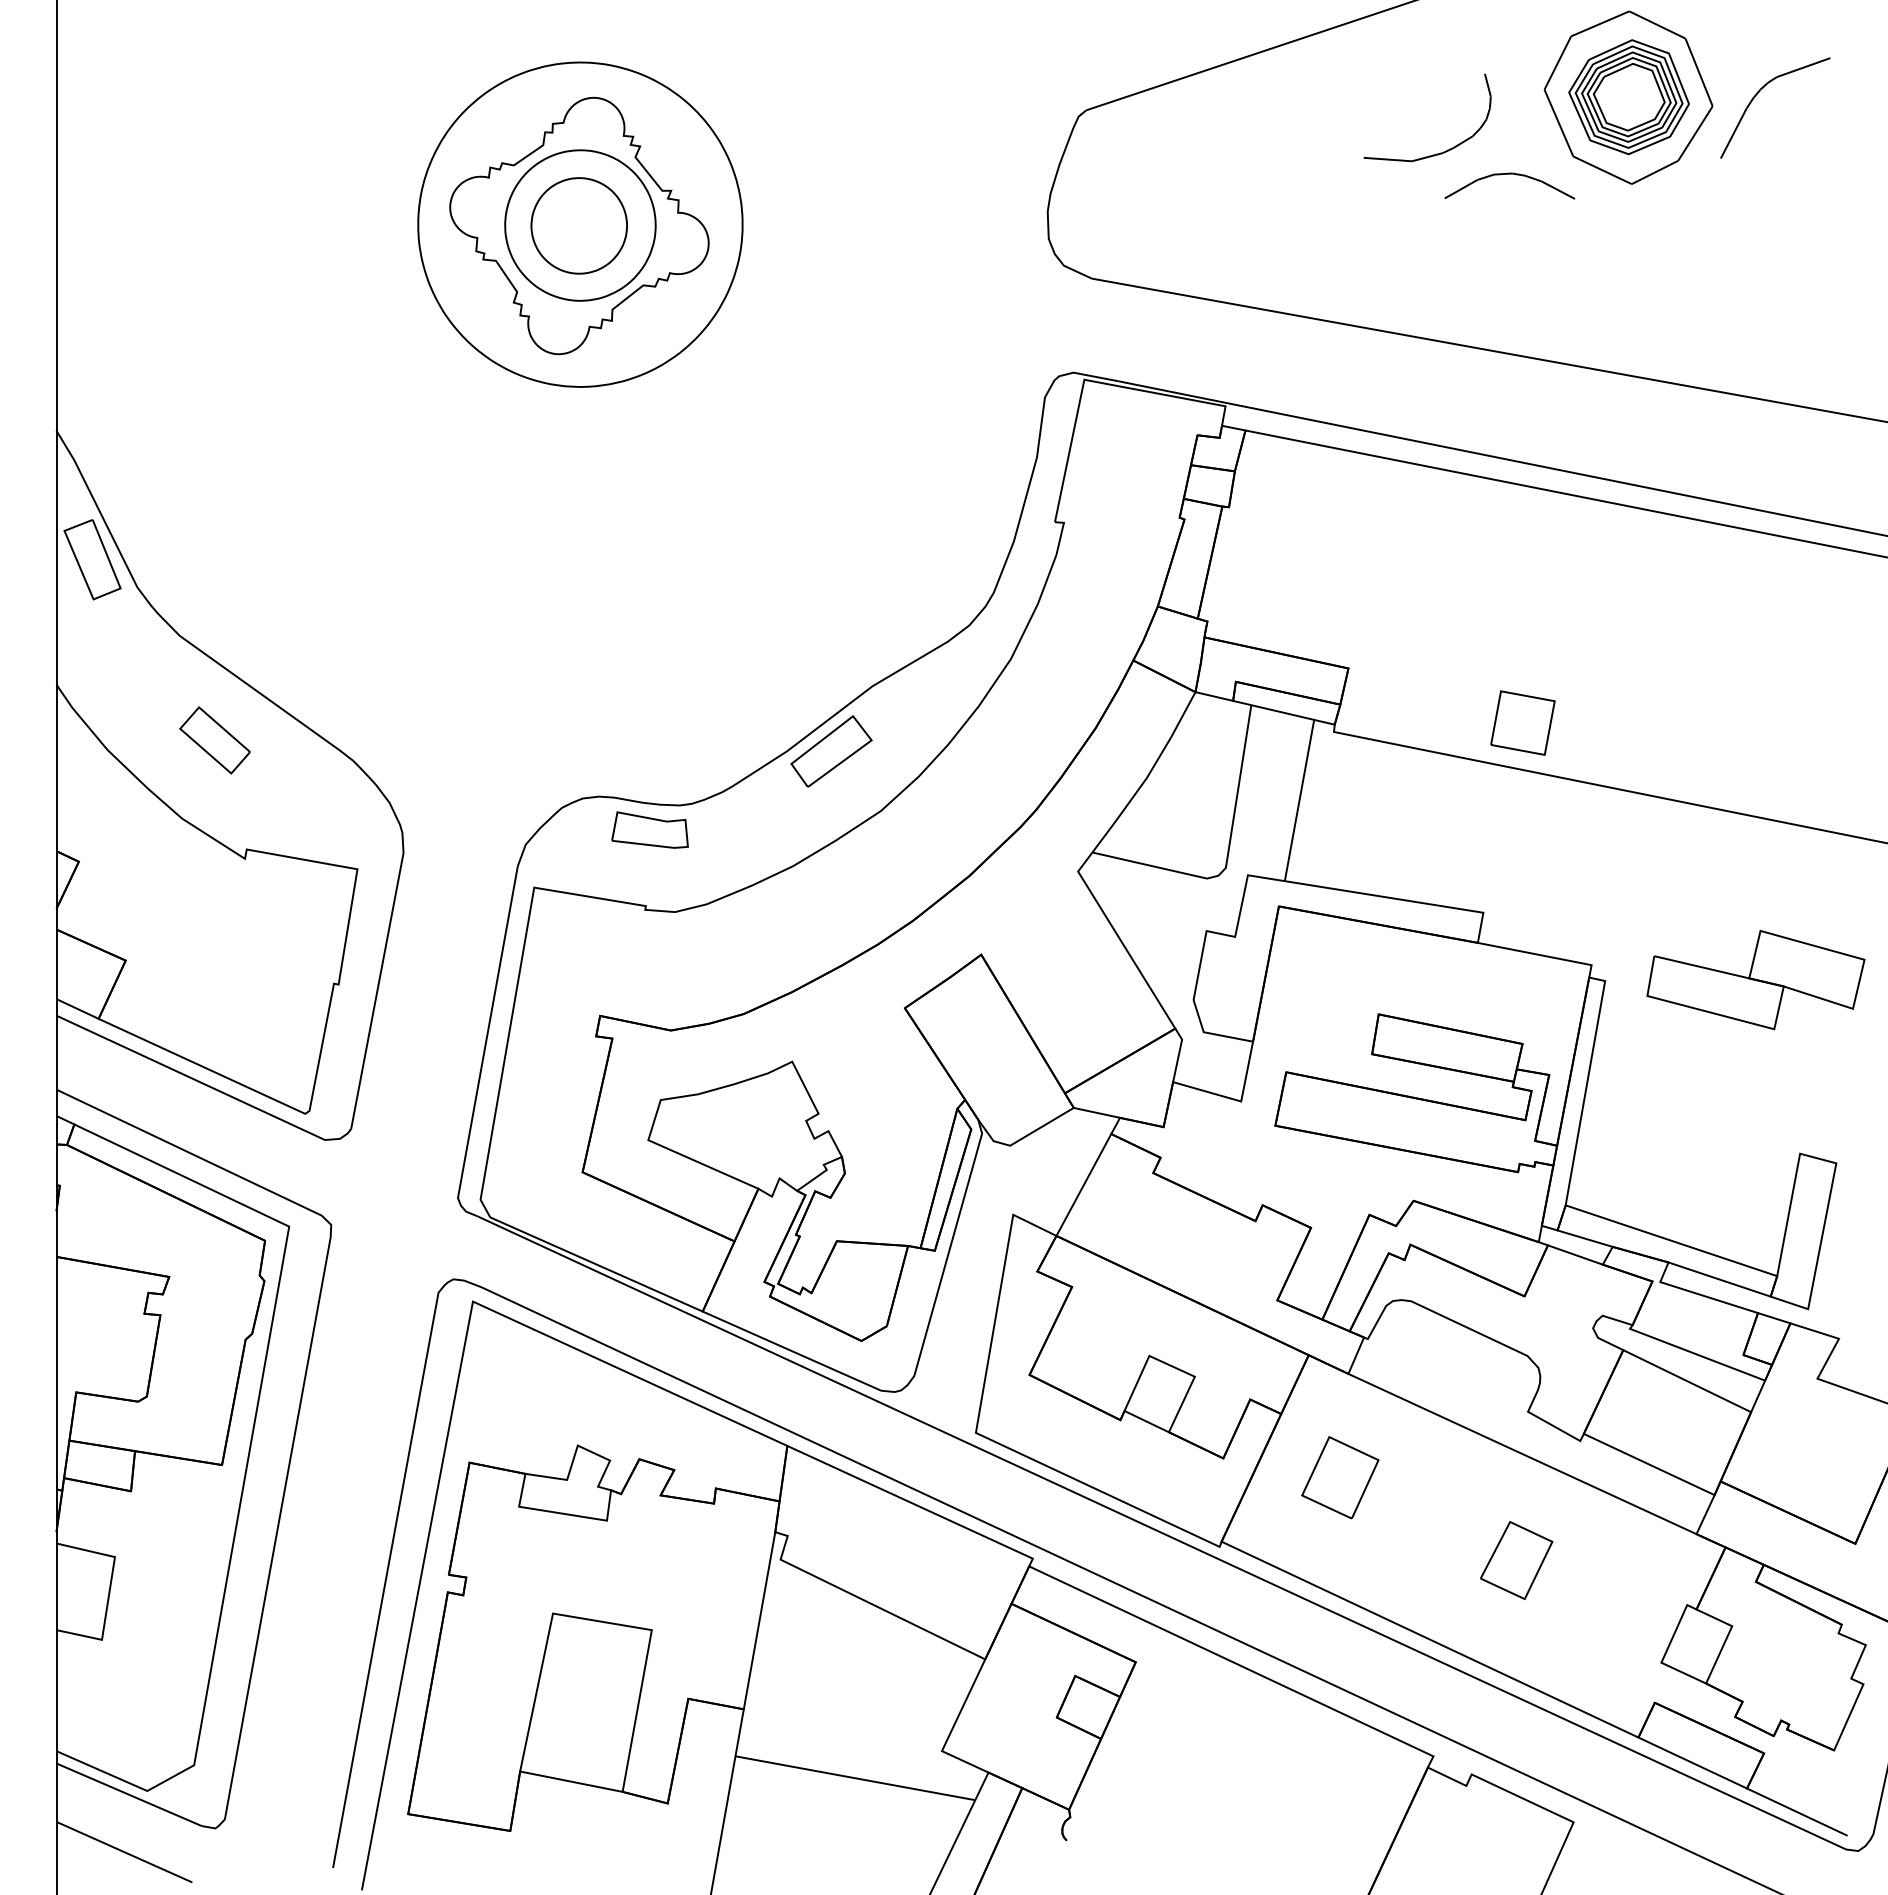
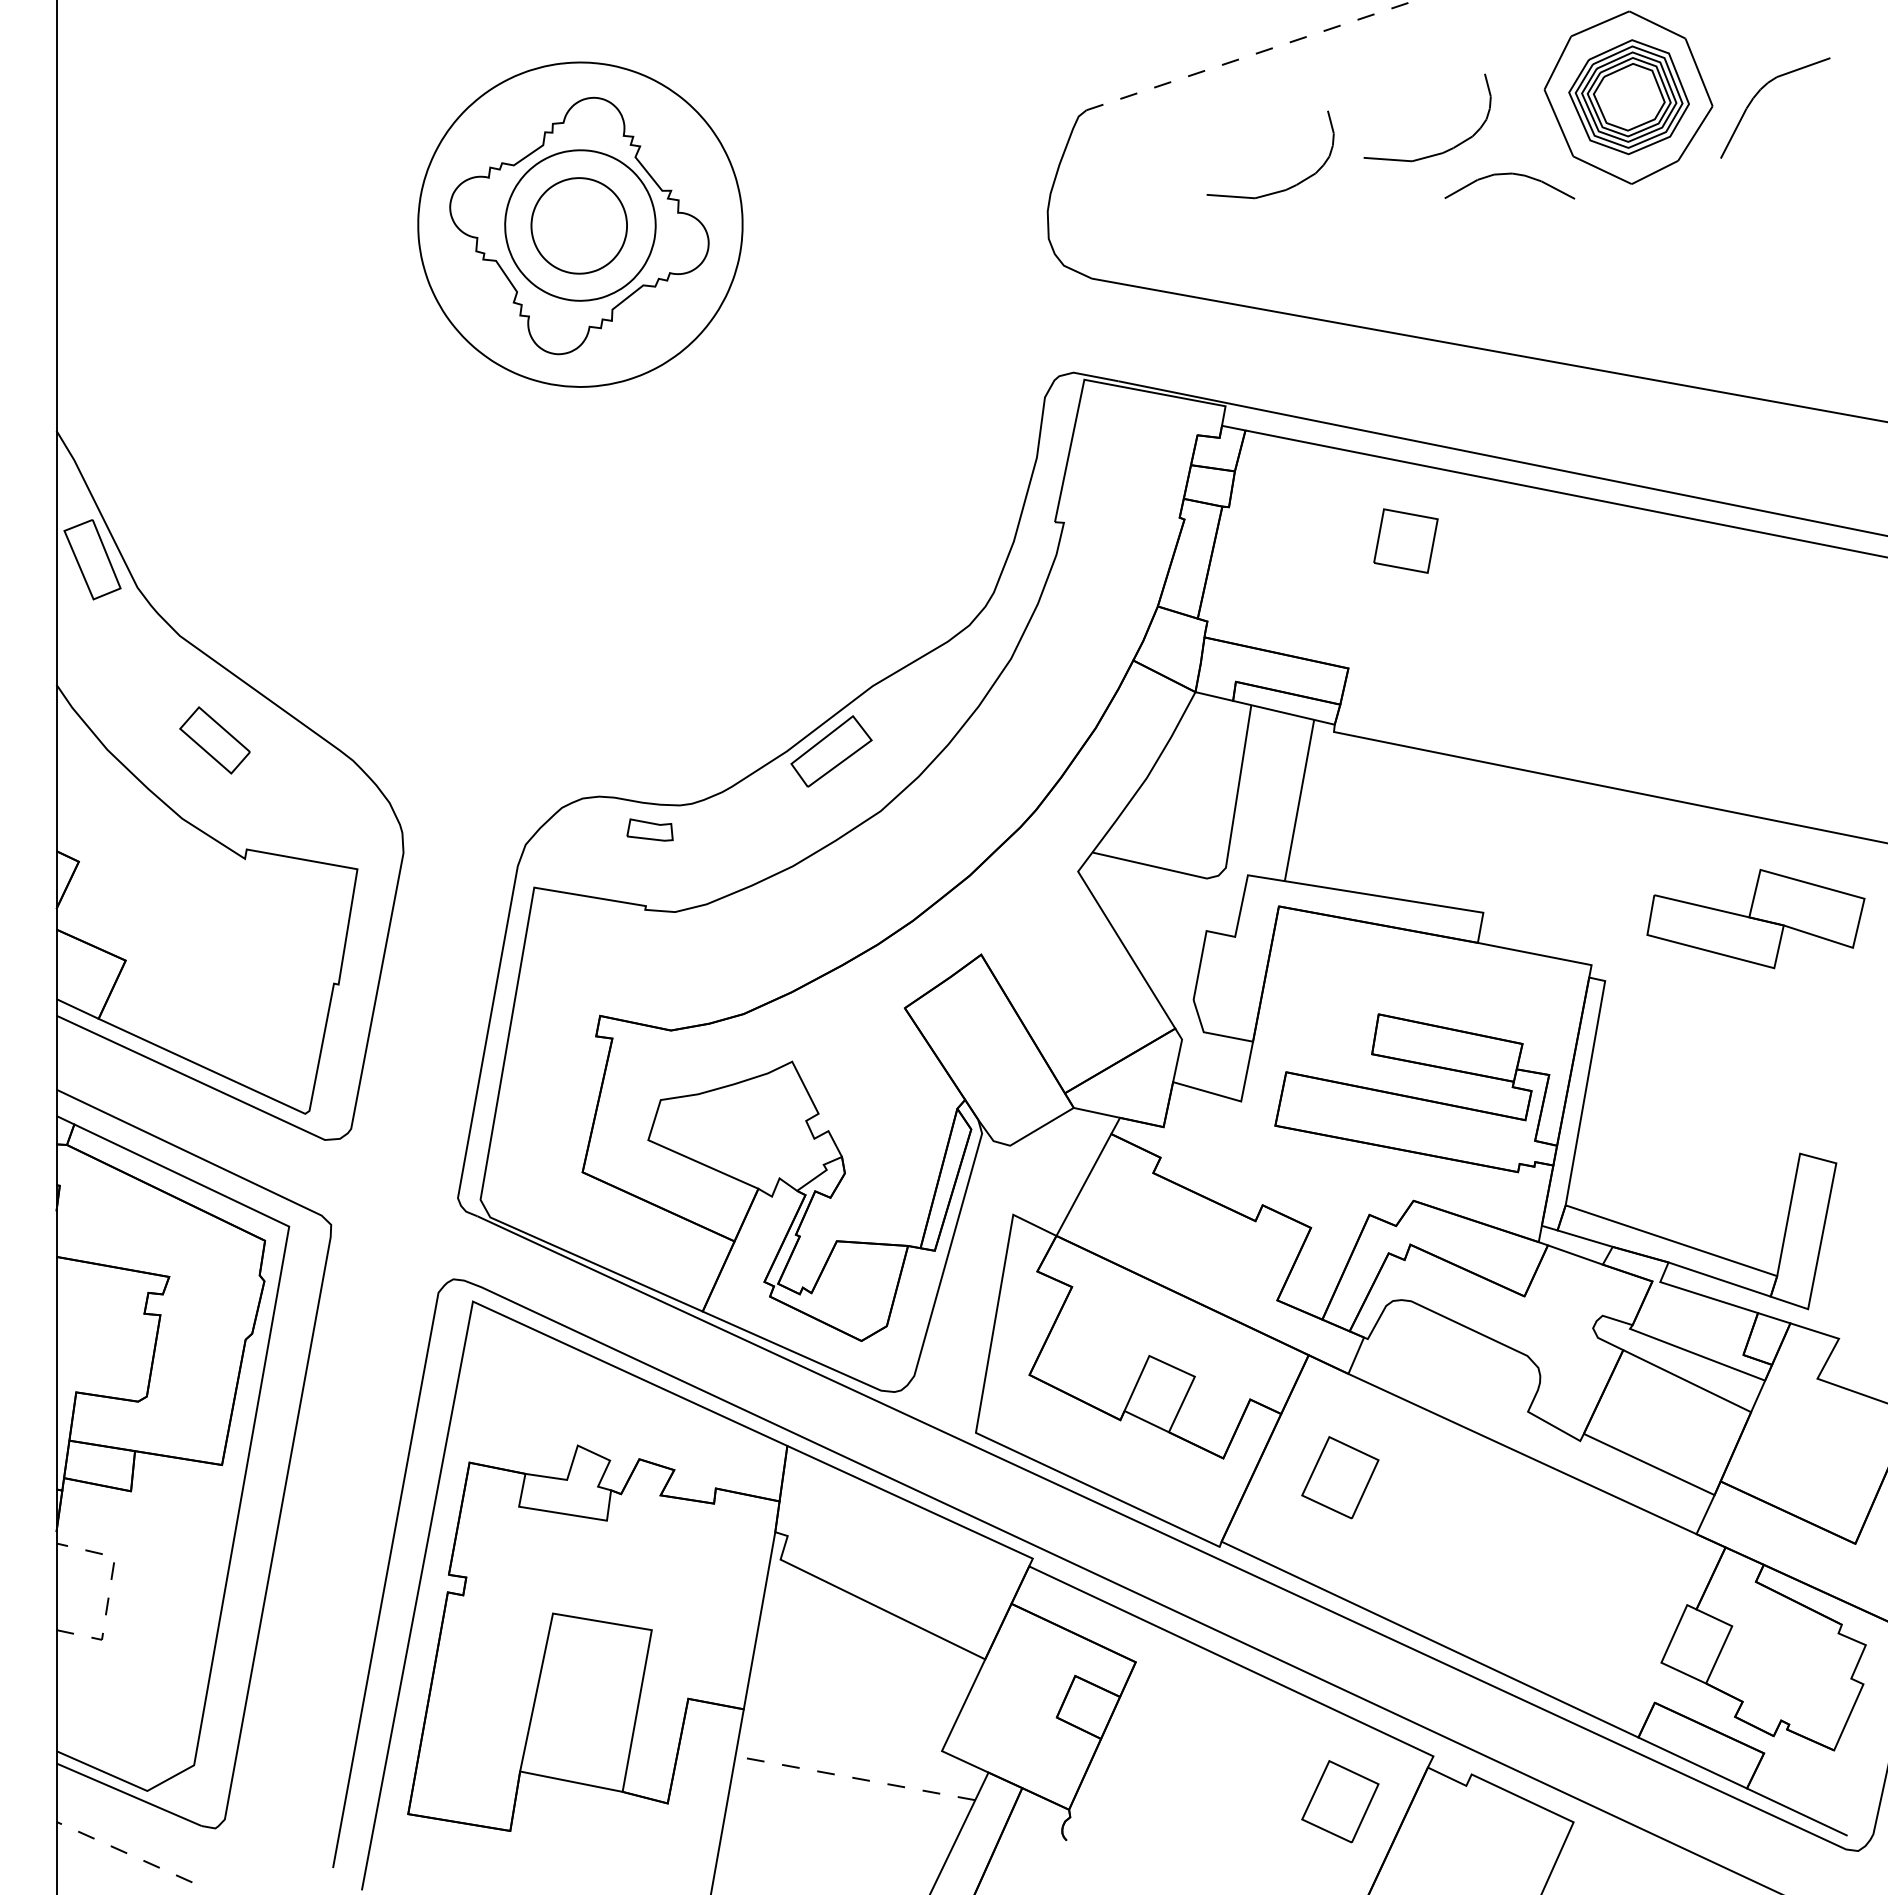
line at (1251, 55): solid -> dashed
curve at (1279, 190): none -> present
part at (1522, 722) position: (1522, 722) -> (1405, 540)
part at (649, 829) size: 78x38 px -> 48x24 px
part at (1755, 980) position: (1755, 980) -> (1755, 919)
part at (1516, 1560): present -> none
line at (109, 1591): solid -> dashed
line at (855, 1778): solid -> dashed
part at (1340, 1801): none -> present
line at (123, 1851): solid -> dashed
